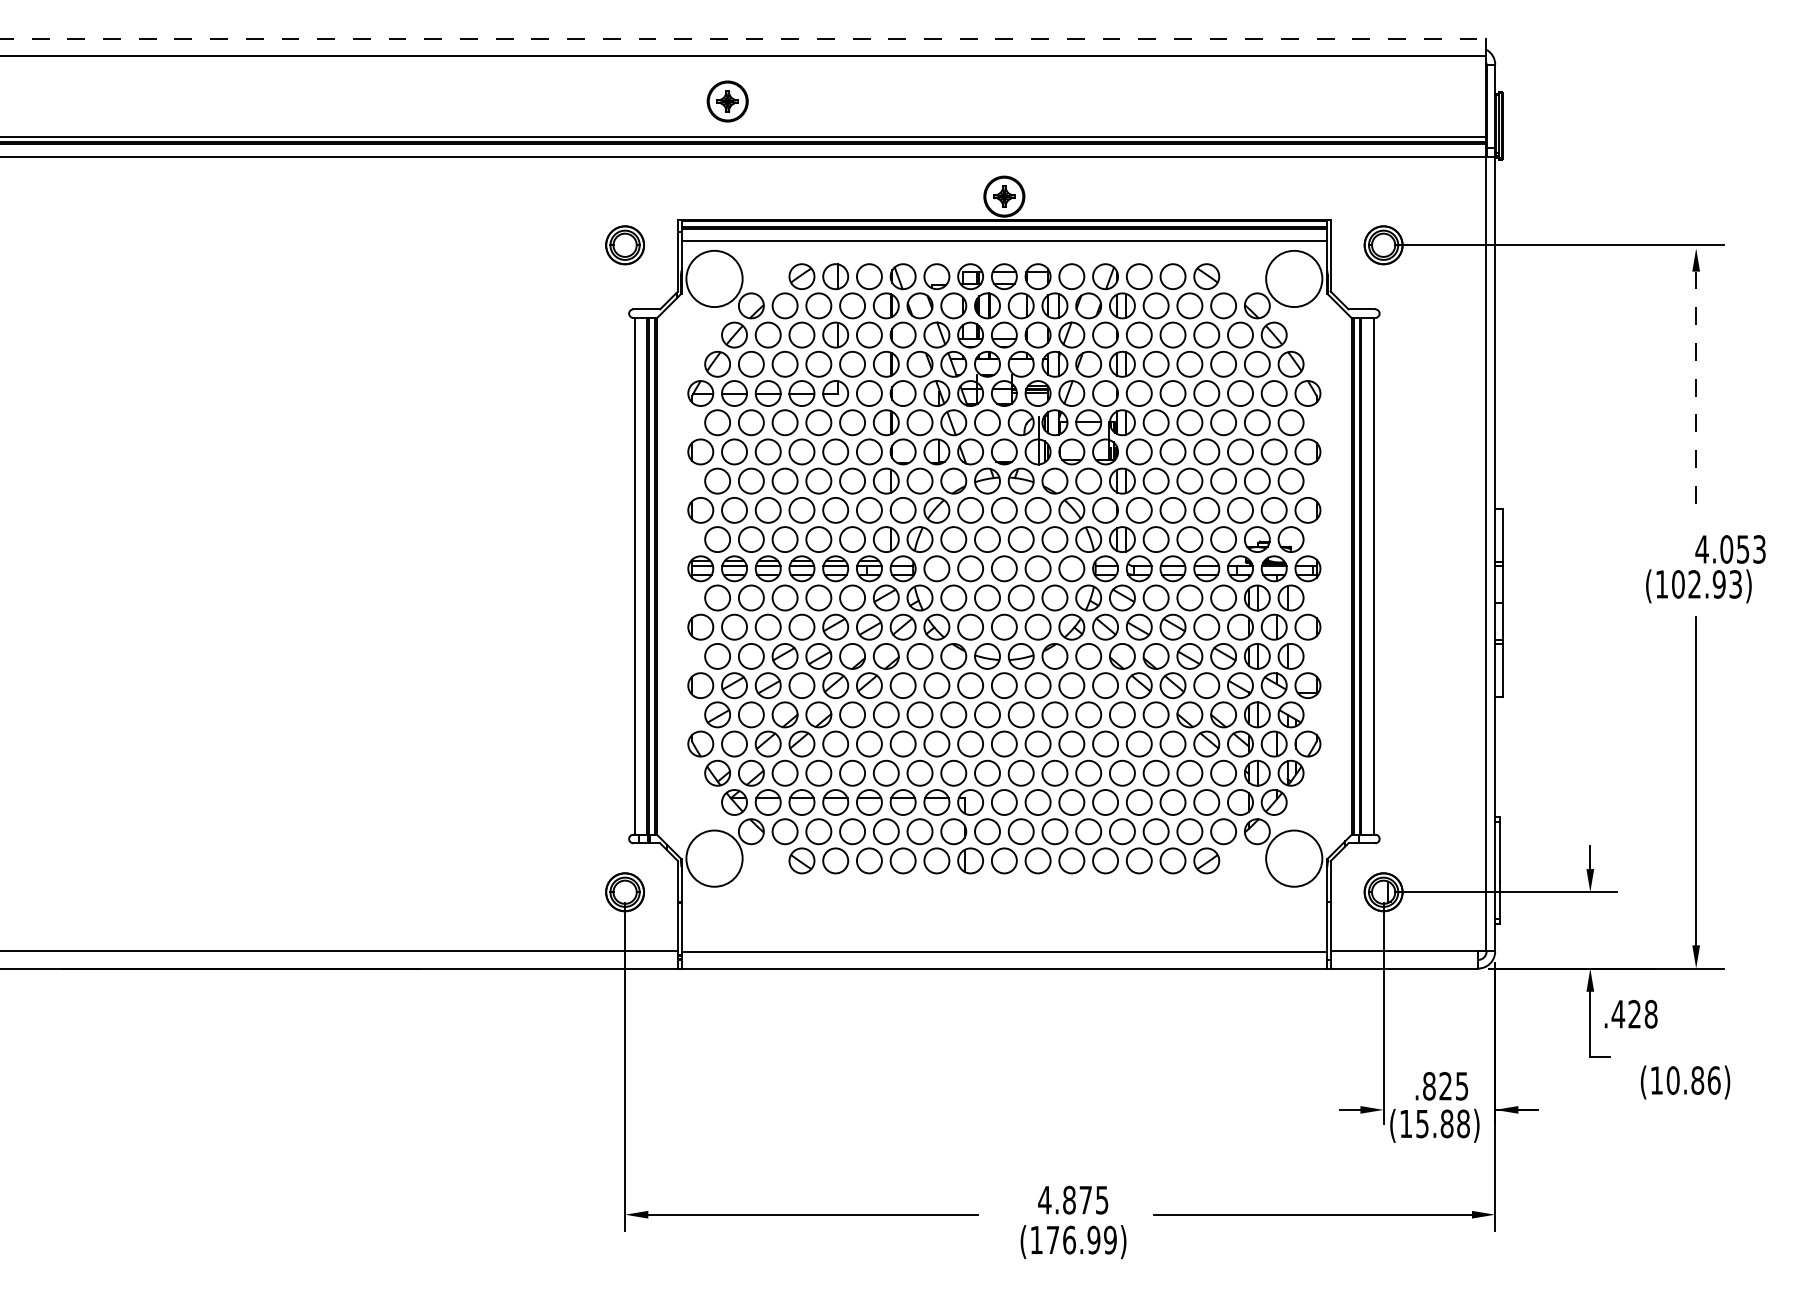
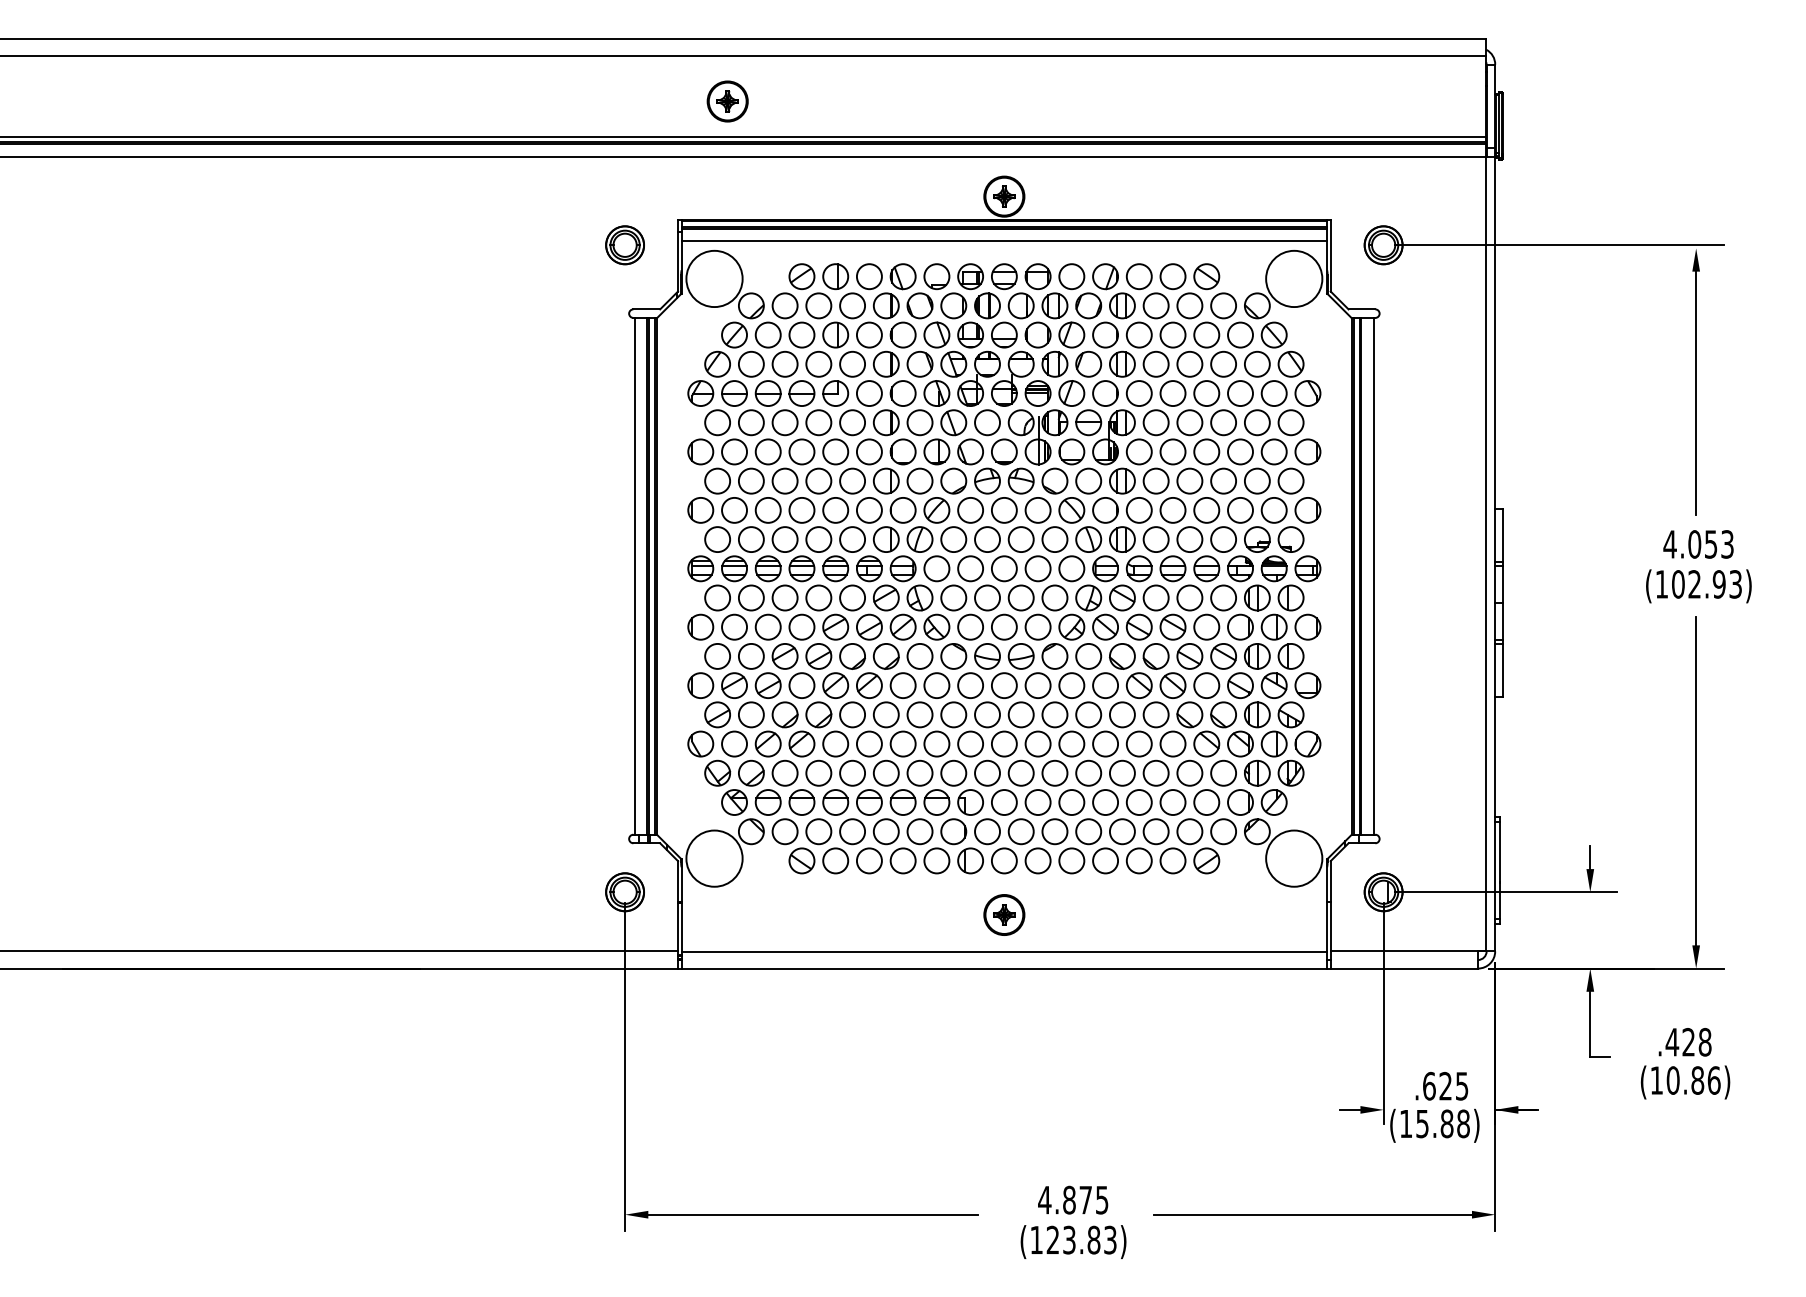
line at (743, 39): dashed -> solid
line at (1696, 393): dashed -> solid
text at (1730, 549) position: (1730, 549) -> (1698, 544)
part at (1004, 914): none -> present
text at (1630, 1014) position: (1630, 1014) -> (1684, 1042)
text at (1429, 1085): .825 -> .625
text at (1081, 1239): (176.99) -> (123.83)
